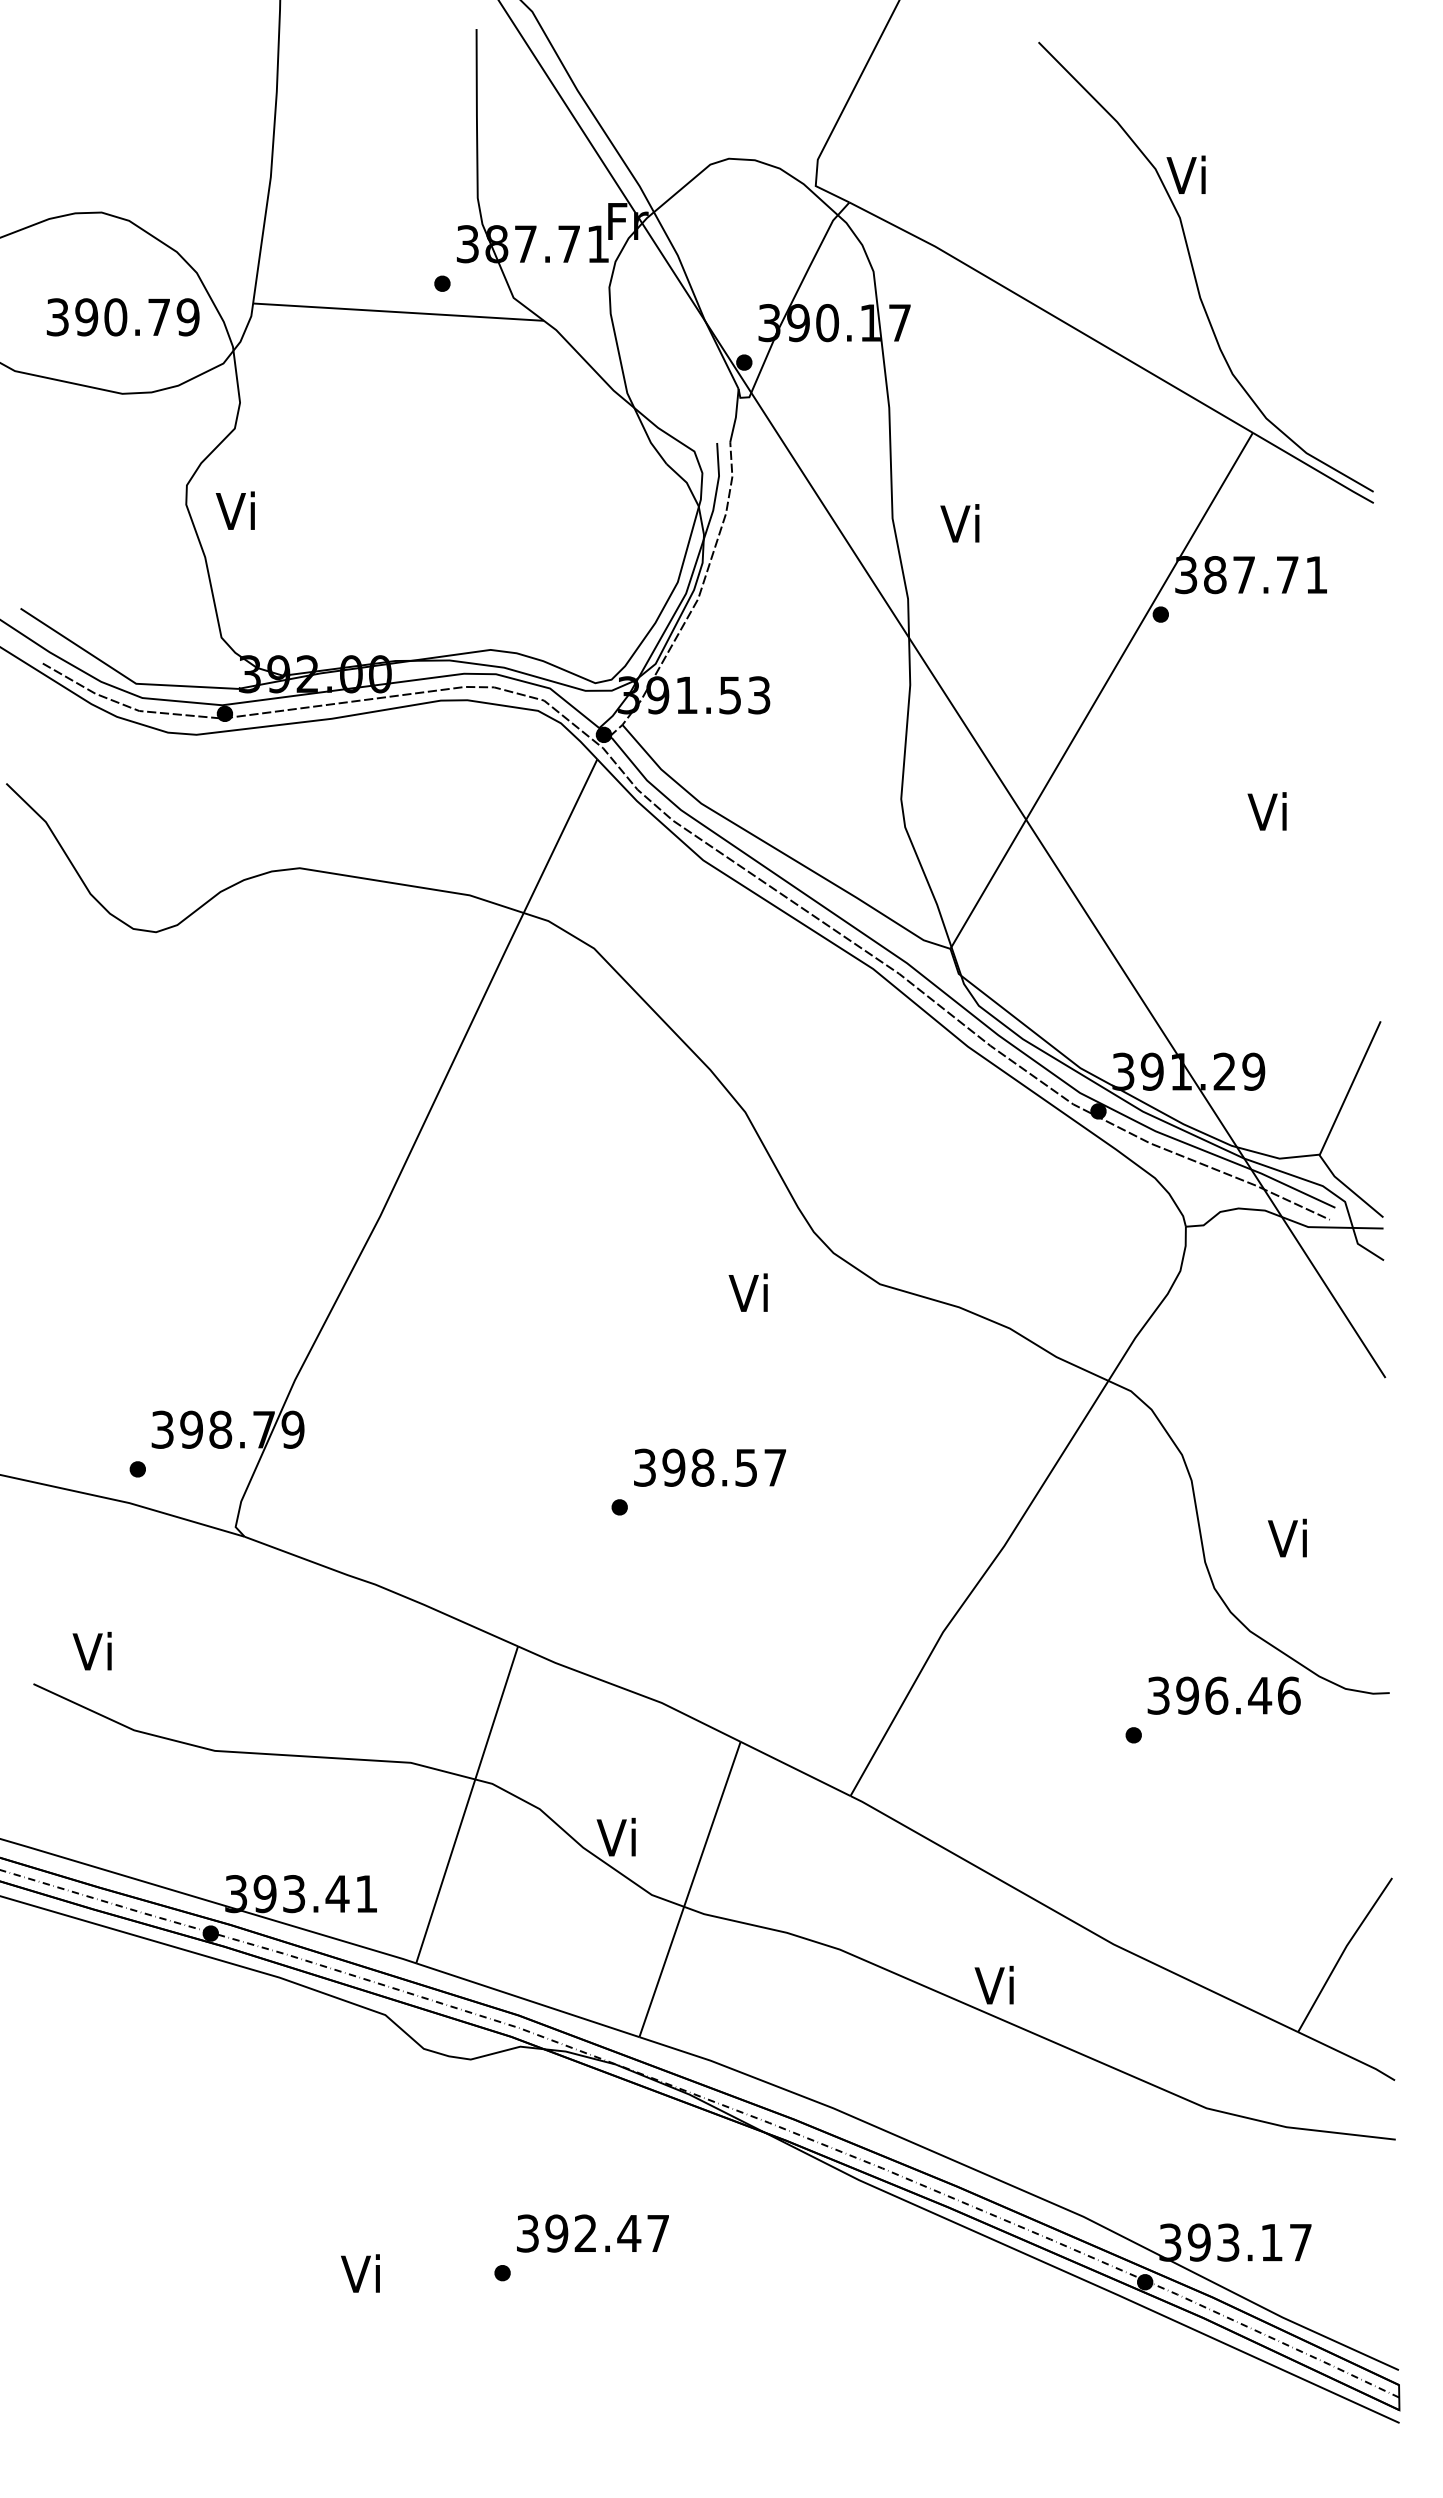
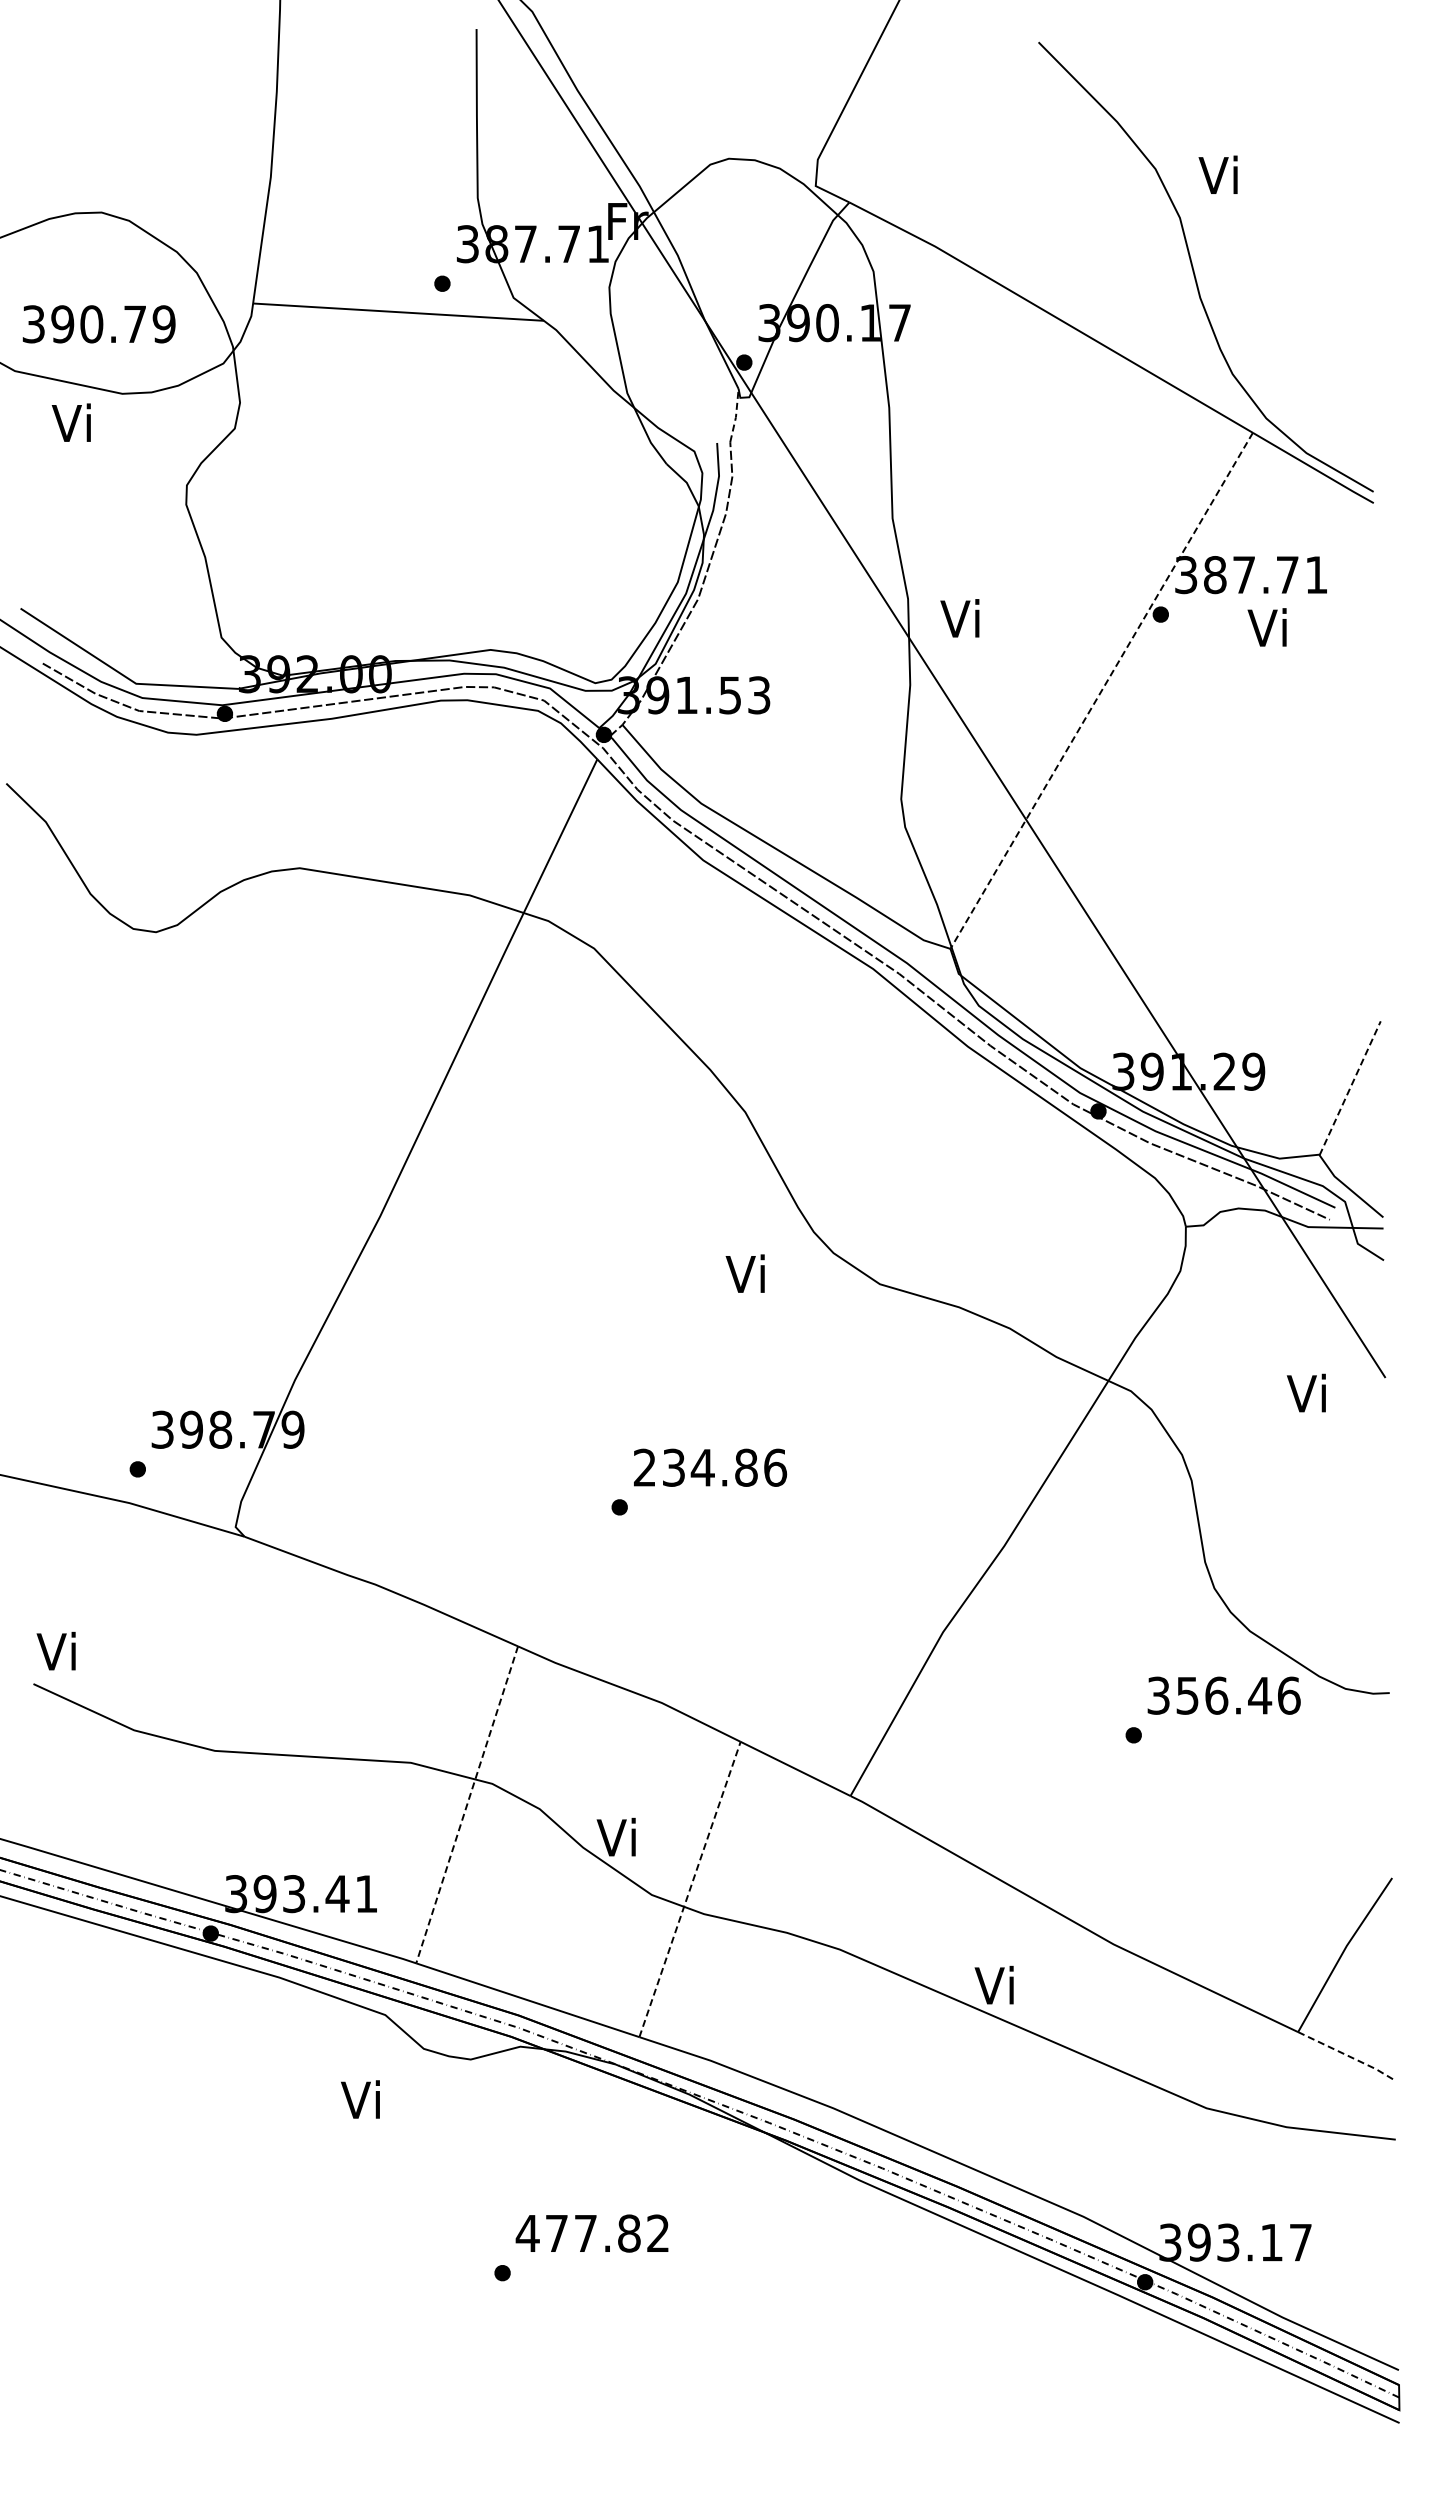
text at (1185, 174) position: (1185, 174) -> (1217, 174)
text at (122, 317) position: (122, 317) -> (98, 324)
line at (736, 416): solid -> dashed
text at (234, 510) position: (234, 510) -> (70, 422)
text at (959, 523) position: (959, 523) -> (959, 618)
line at (1101, 691): solid -> dashed
text at (1266, 811) position: (1266, 811) -> (1266, 627)
line at (1350, 1088): solid -> dashed
text at (747, 1292) position: (747, 1292) -> (744, 1273)
text at (710, 1467): 398.57 -> 234.86
text at (1286, 1537) position: (1286, 1537) -> (1305, 1392)
text at (91, 1651) position: (91, 1651) -> (55, 1651)
text at (1187, 1695): 396.46 -> 356.46
line at (466, 1805): solid -> dashed
line at (690, 1889): solid -> dashed
line at (1348, 2055): solid -> dashed
text at (591, 2233): 392.47 -> 477.82
text at (360, 2273) position: (360, 2273) -> (360, 2099)
